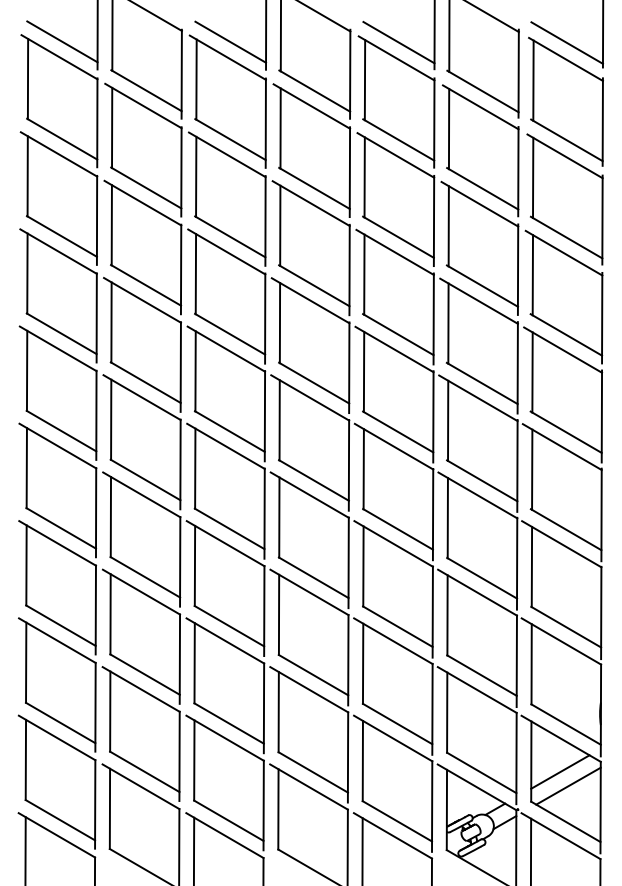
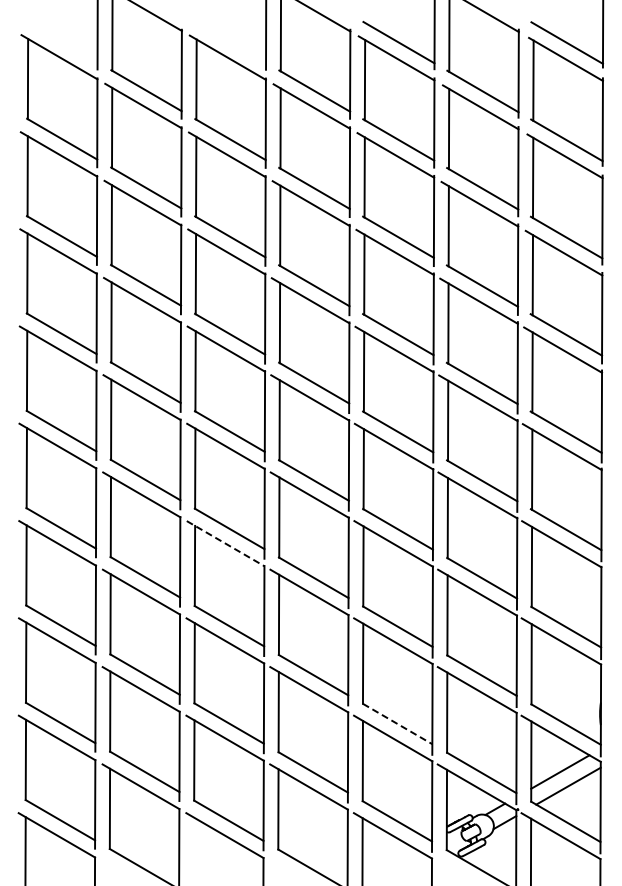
line at (62, 41): present -> none
line at (230, 41): present -> none
line at (225, 543): solid -> dashed
line at (398, 724): solid -> dashed
line at (193, 849): present -> none
